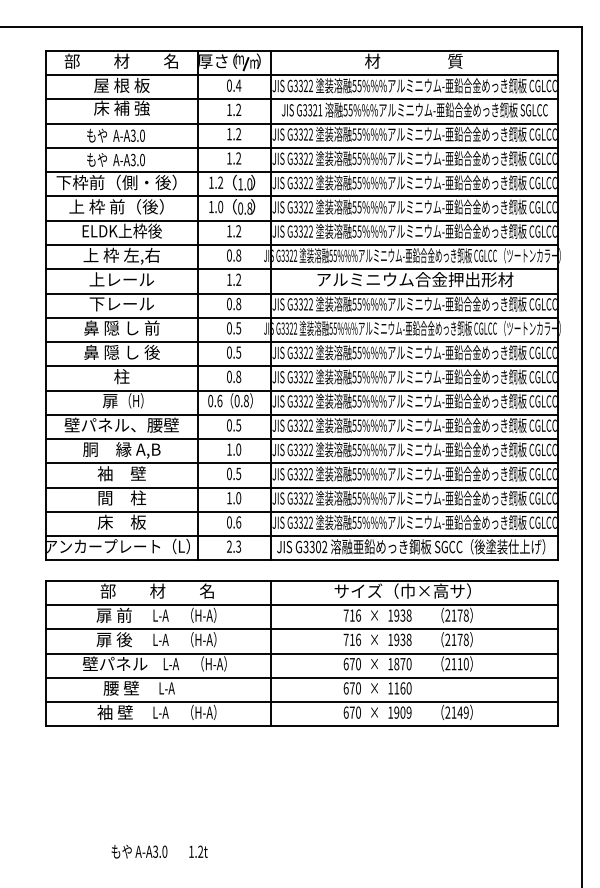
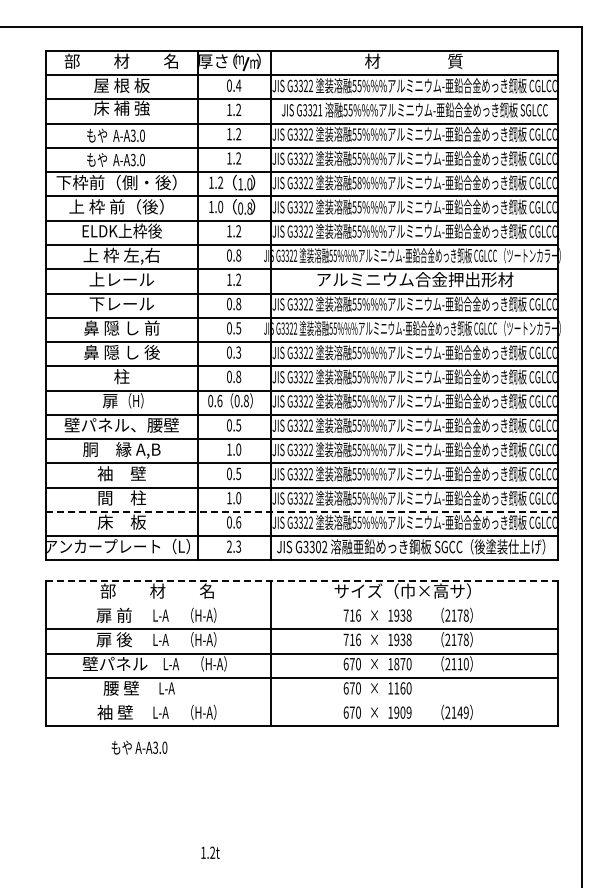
text at (359, 182): 55%%% -> 58%%%
text at (238, 351): 0.5 -> 0.3
line at (301, 511): solid -> dashed
line at (301, 580): solid -> dashed
line at (301, 605): present -> none
line at (301, 702): present -> none
text at (139, 851) position: (139, 851) -> (139, 747)
text at (198, 851) position: (198, 851) -> (210, 852)
